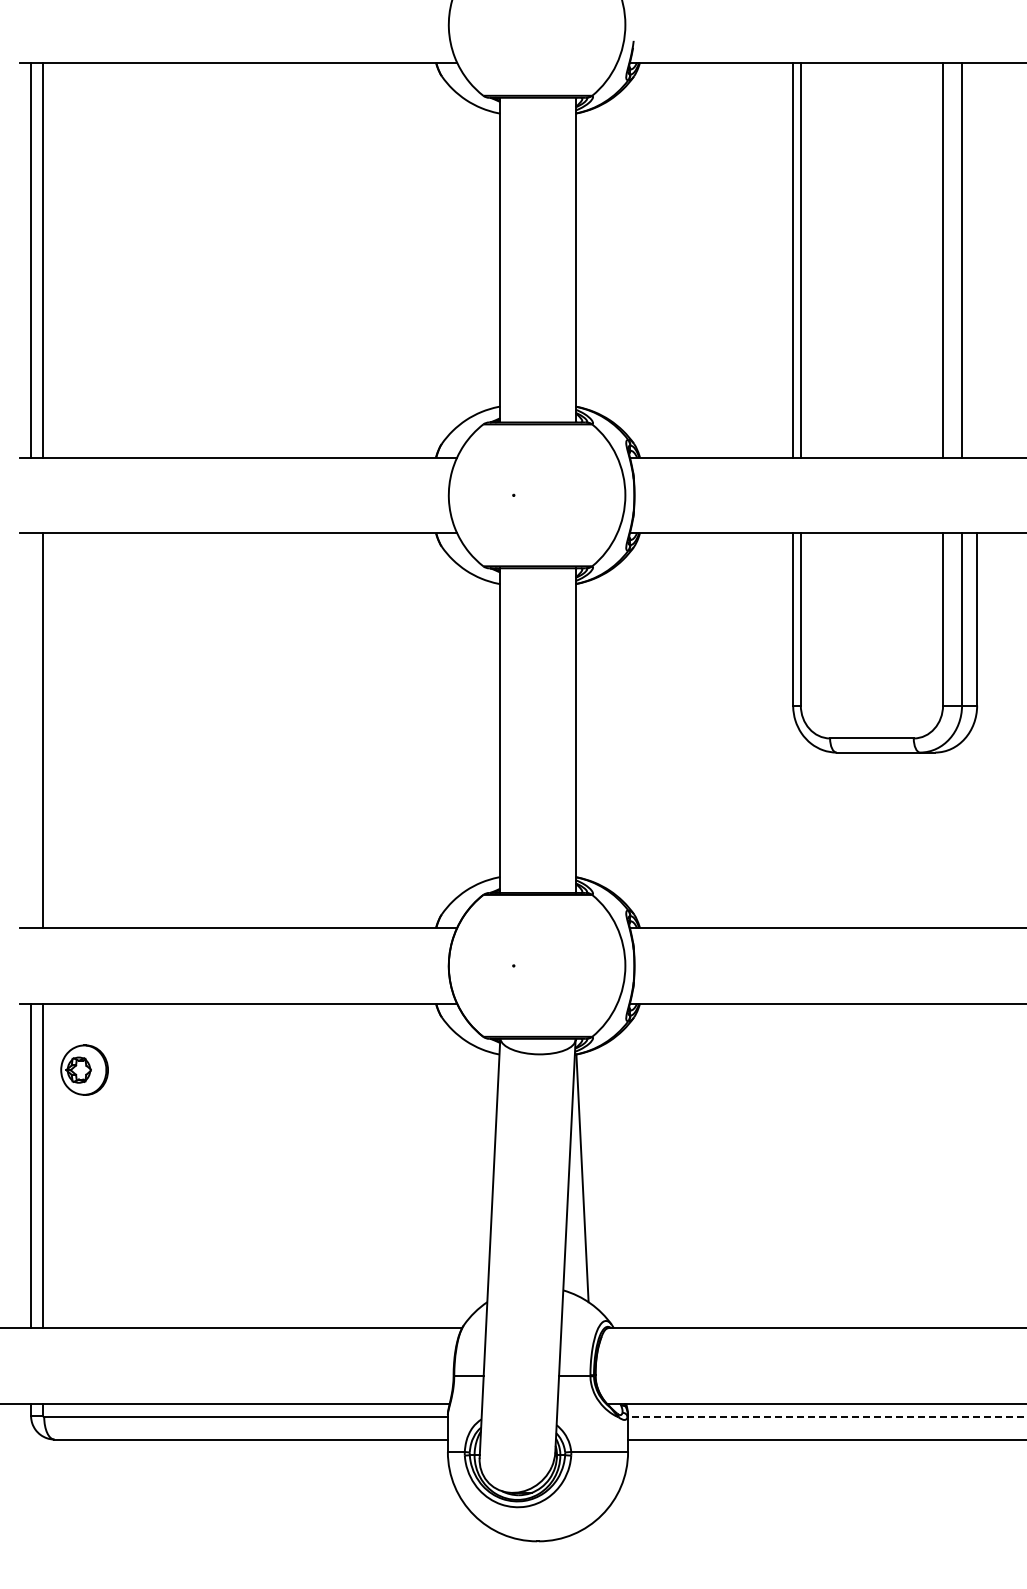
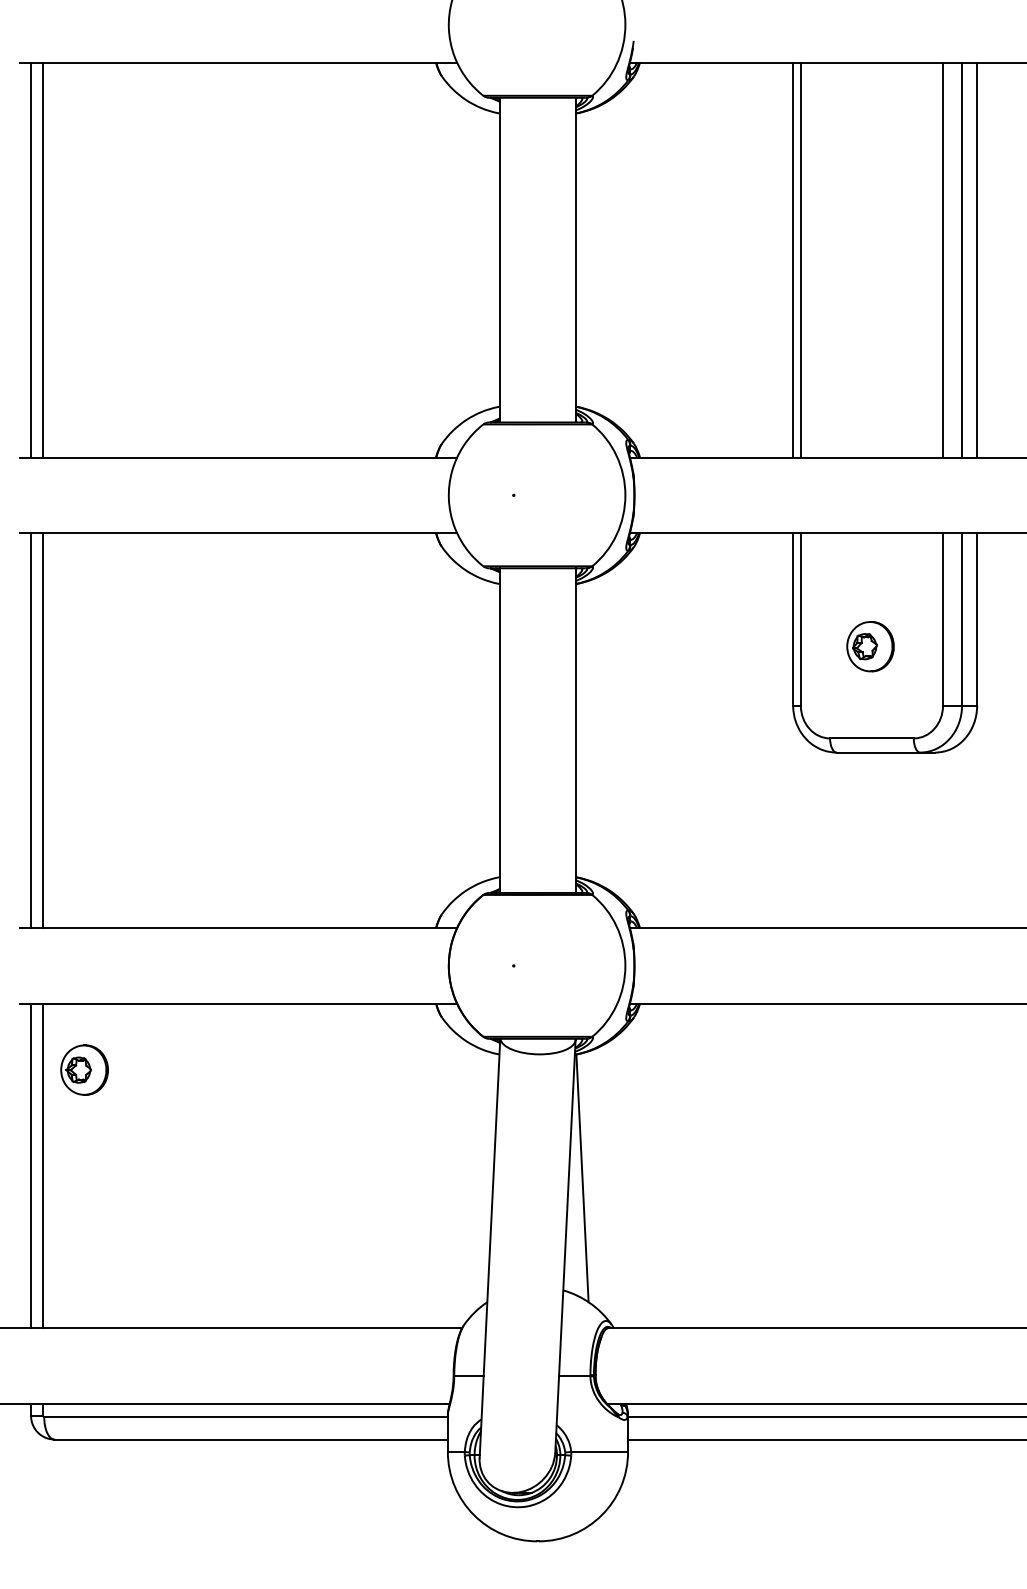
line at (977, 259): none -> present
part at (870, 646): none -> present
line at (31, 730): none -> present
line at (826, 1417): dashed -> solid
